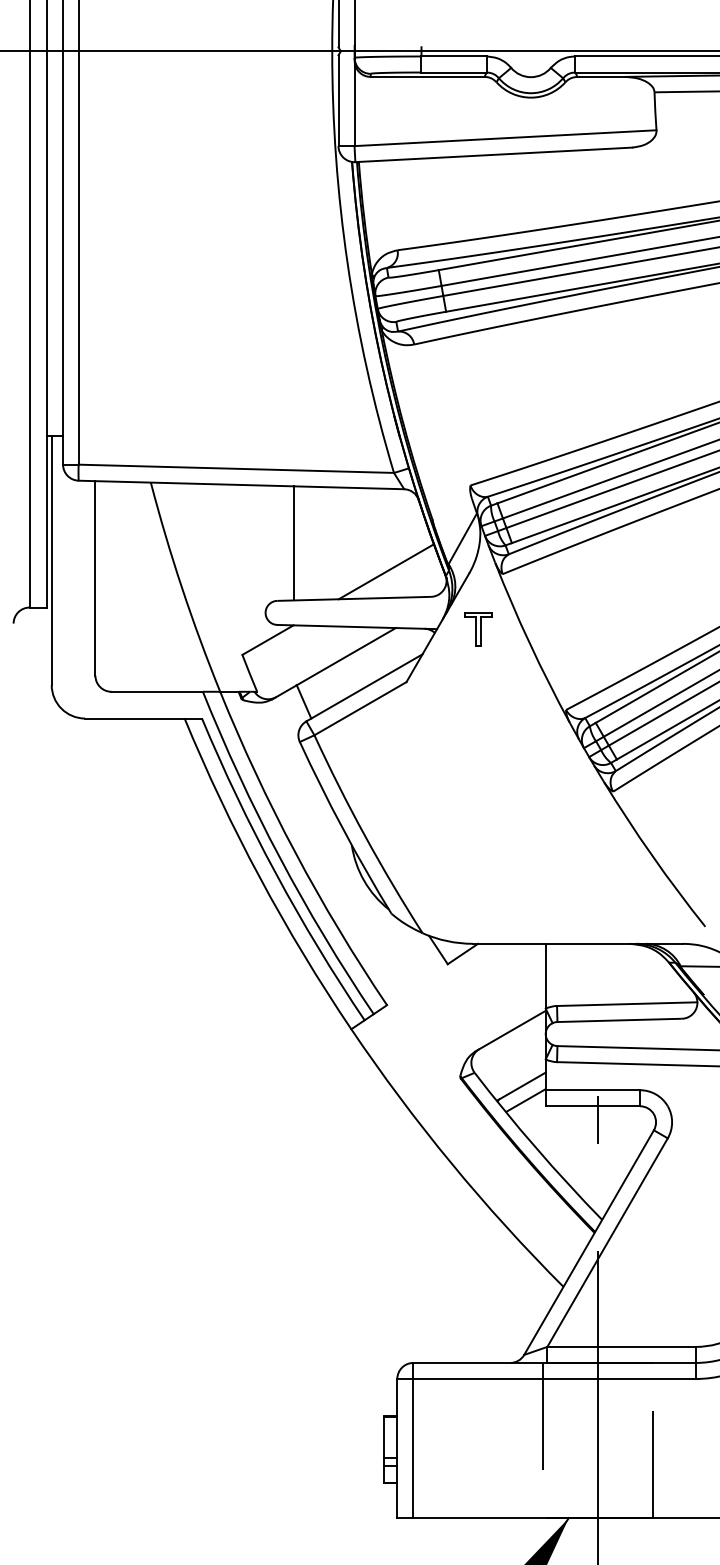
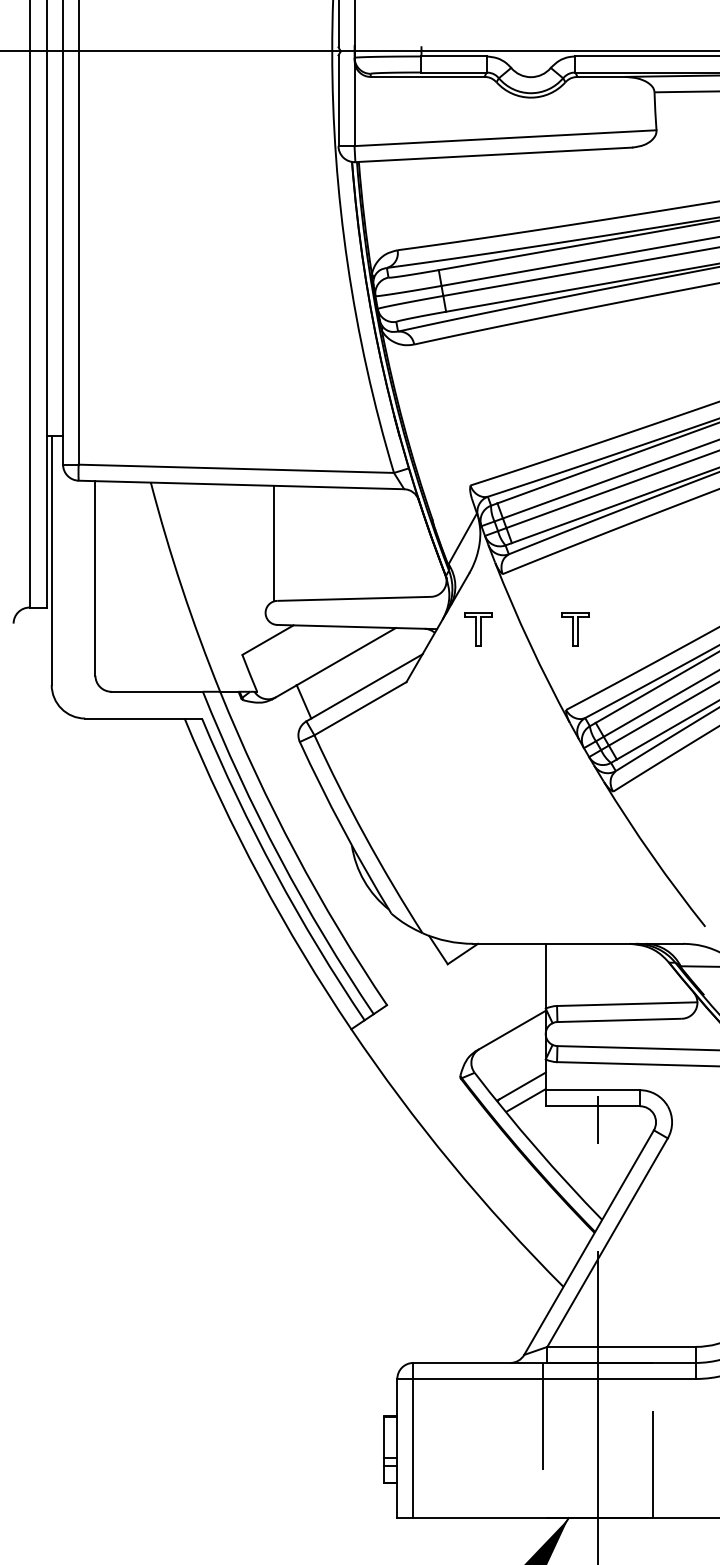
line at (293, 543) position: (293, 543) -> (273, 543)
line at (385, 571): present -> none
part at (575, 629): none -> present
